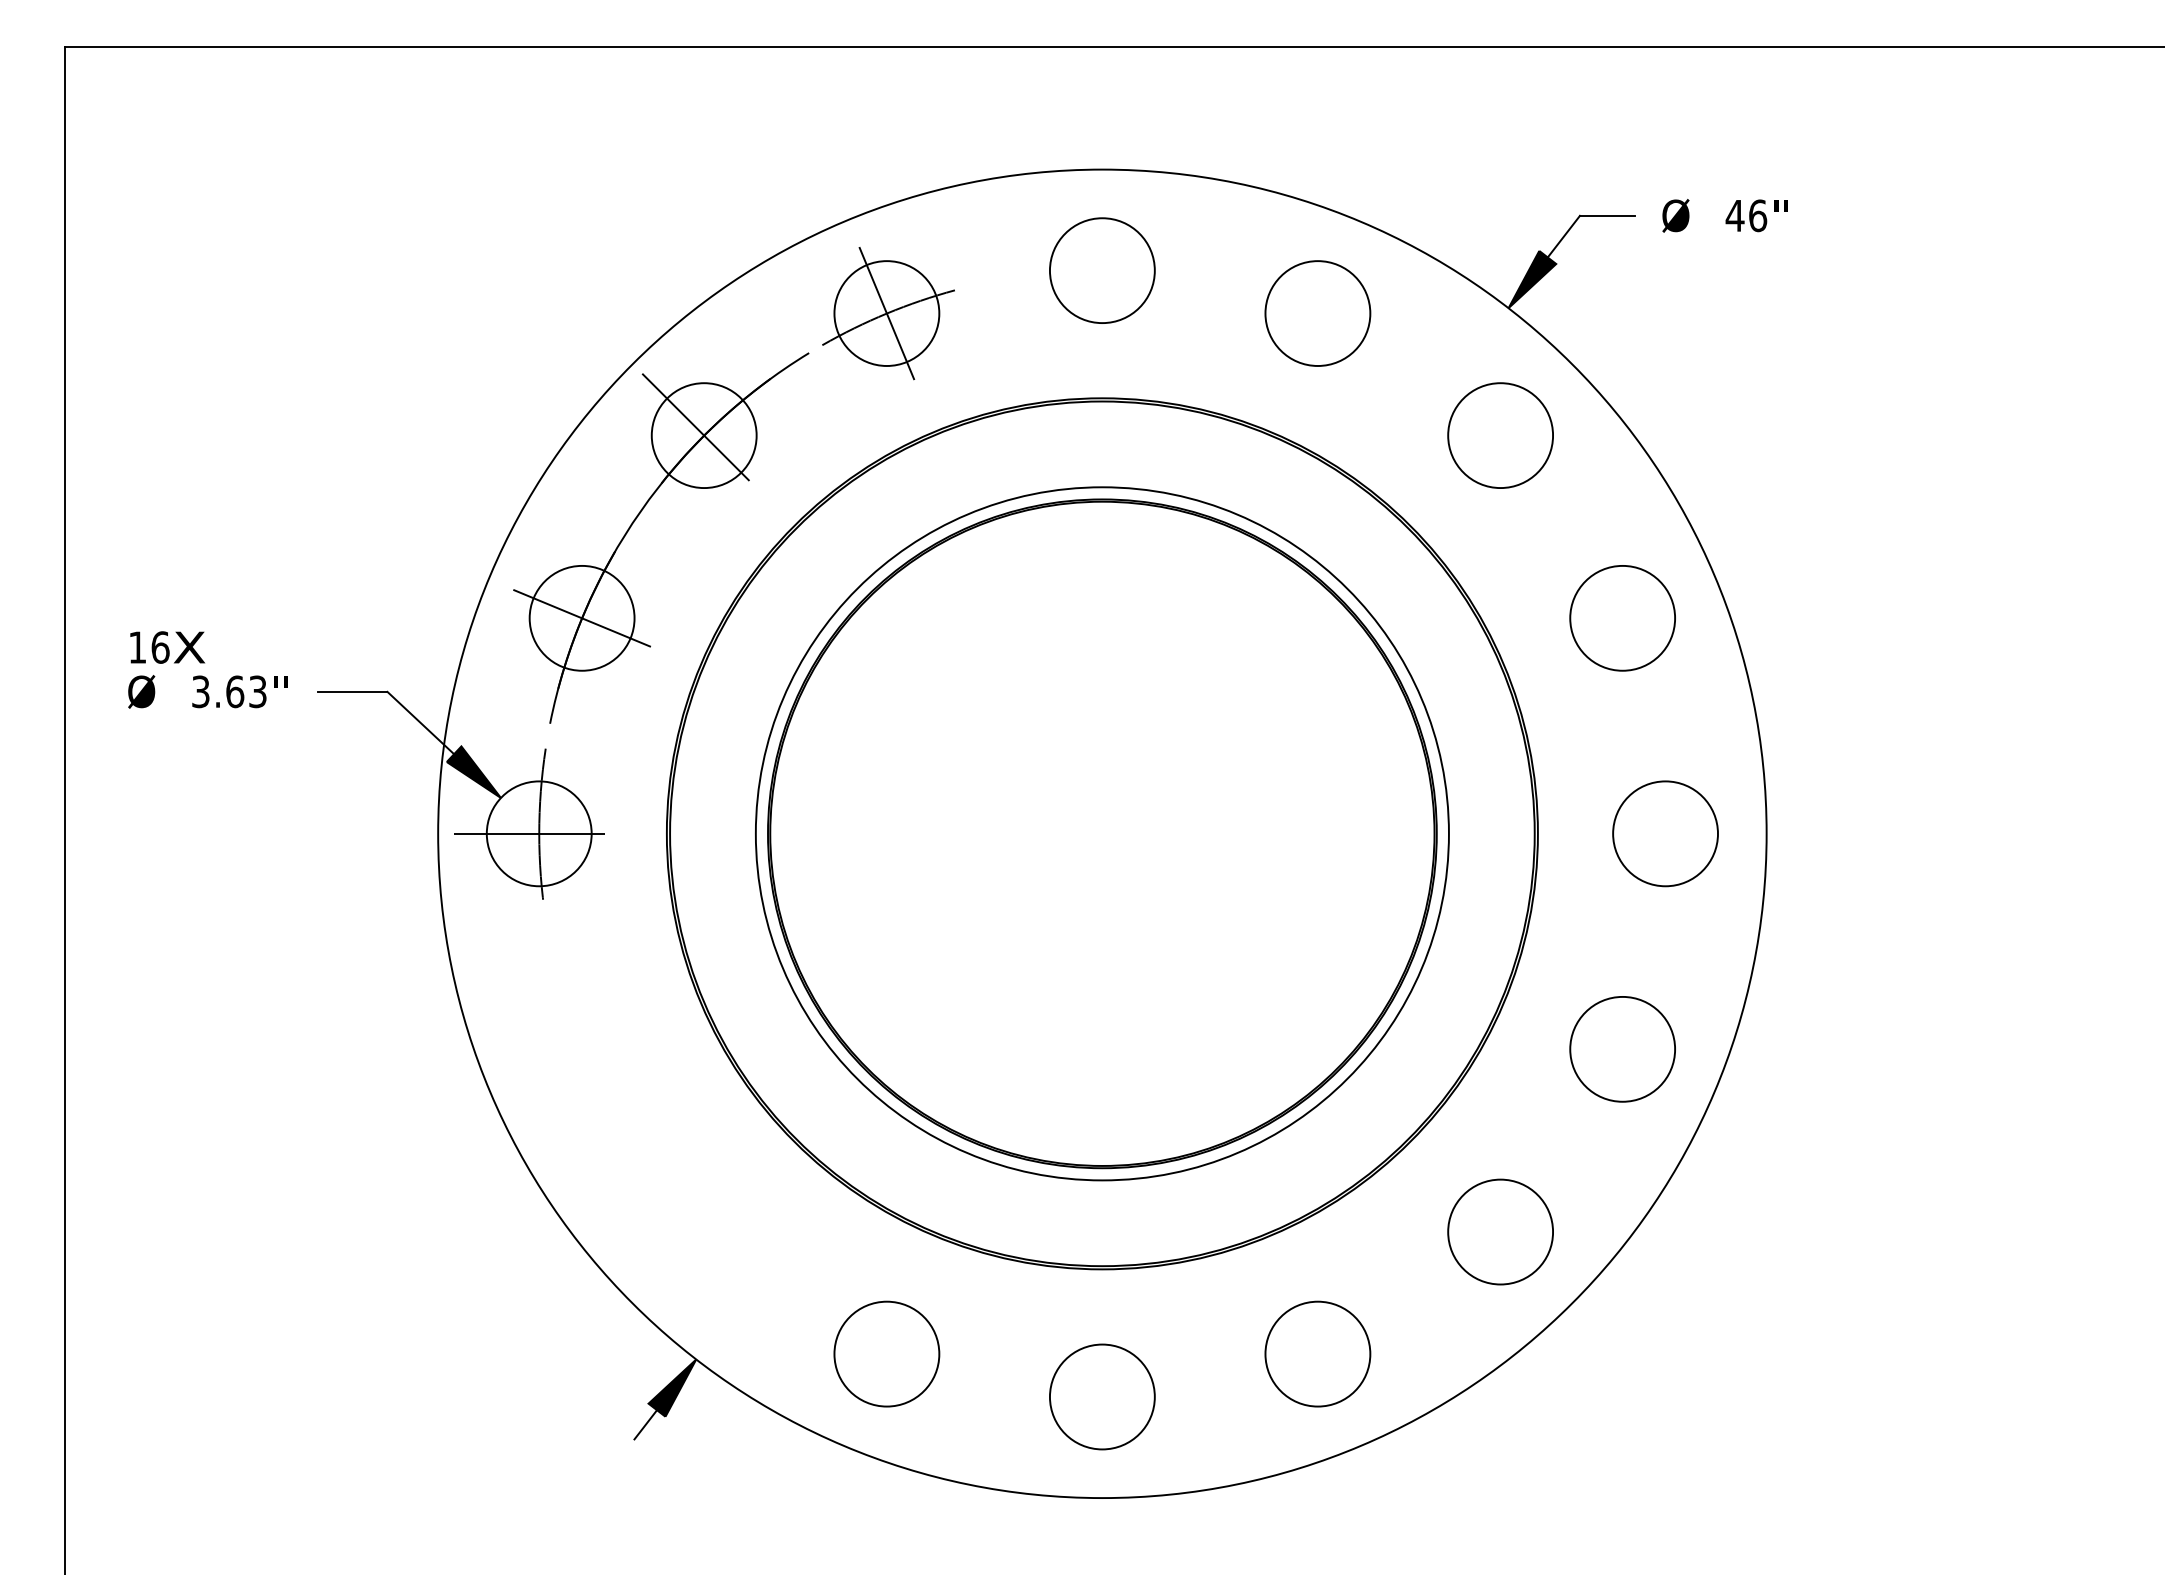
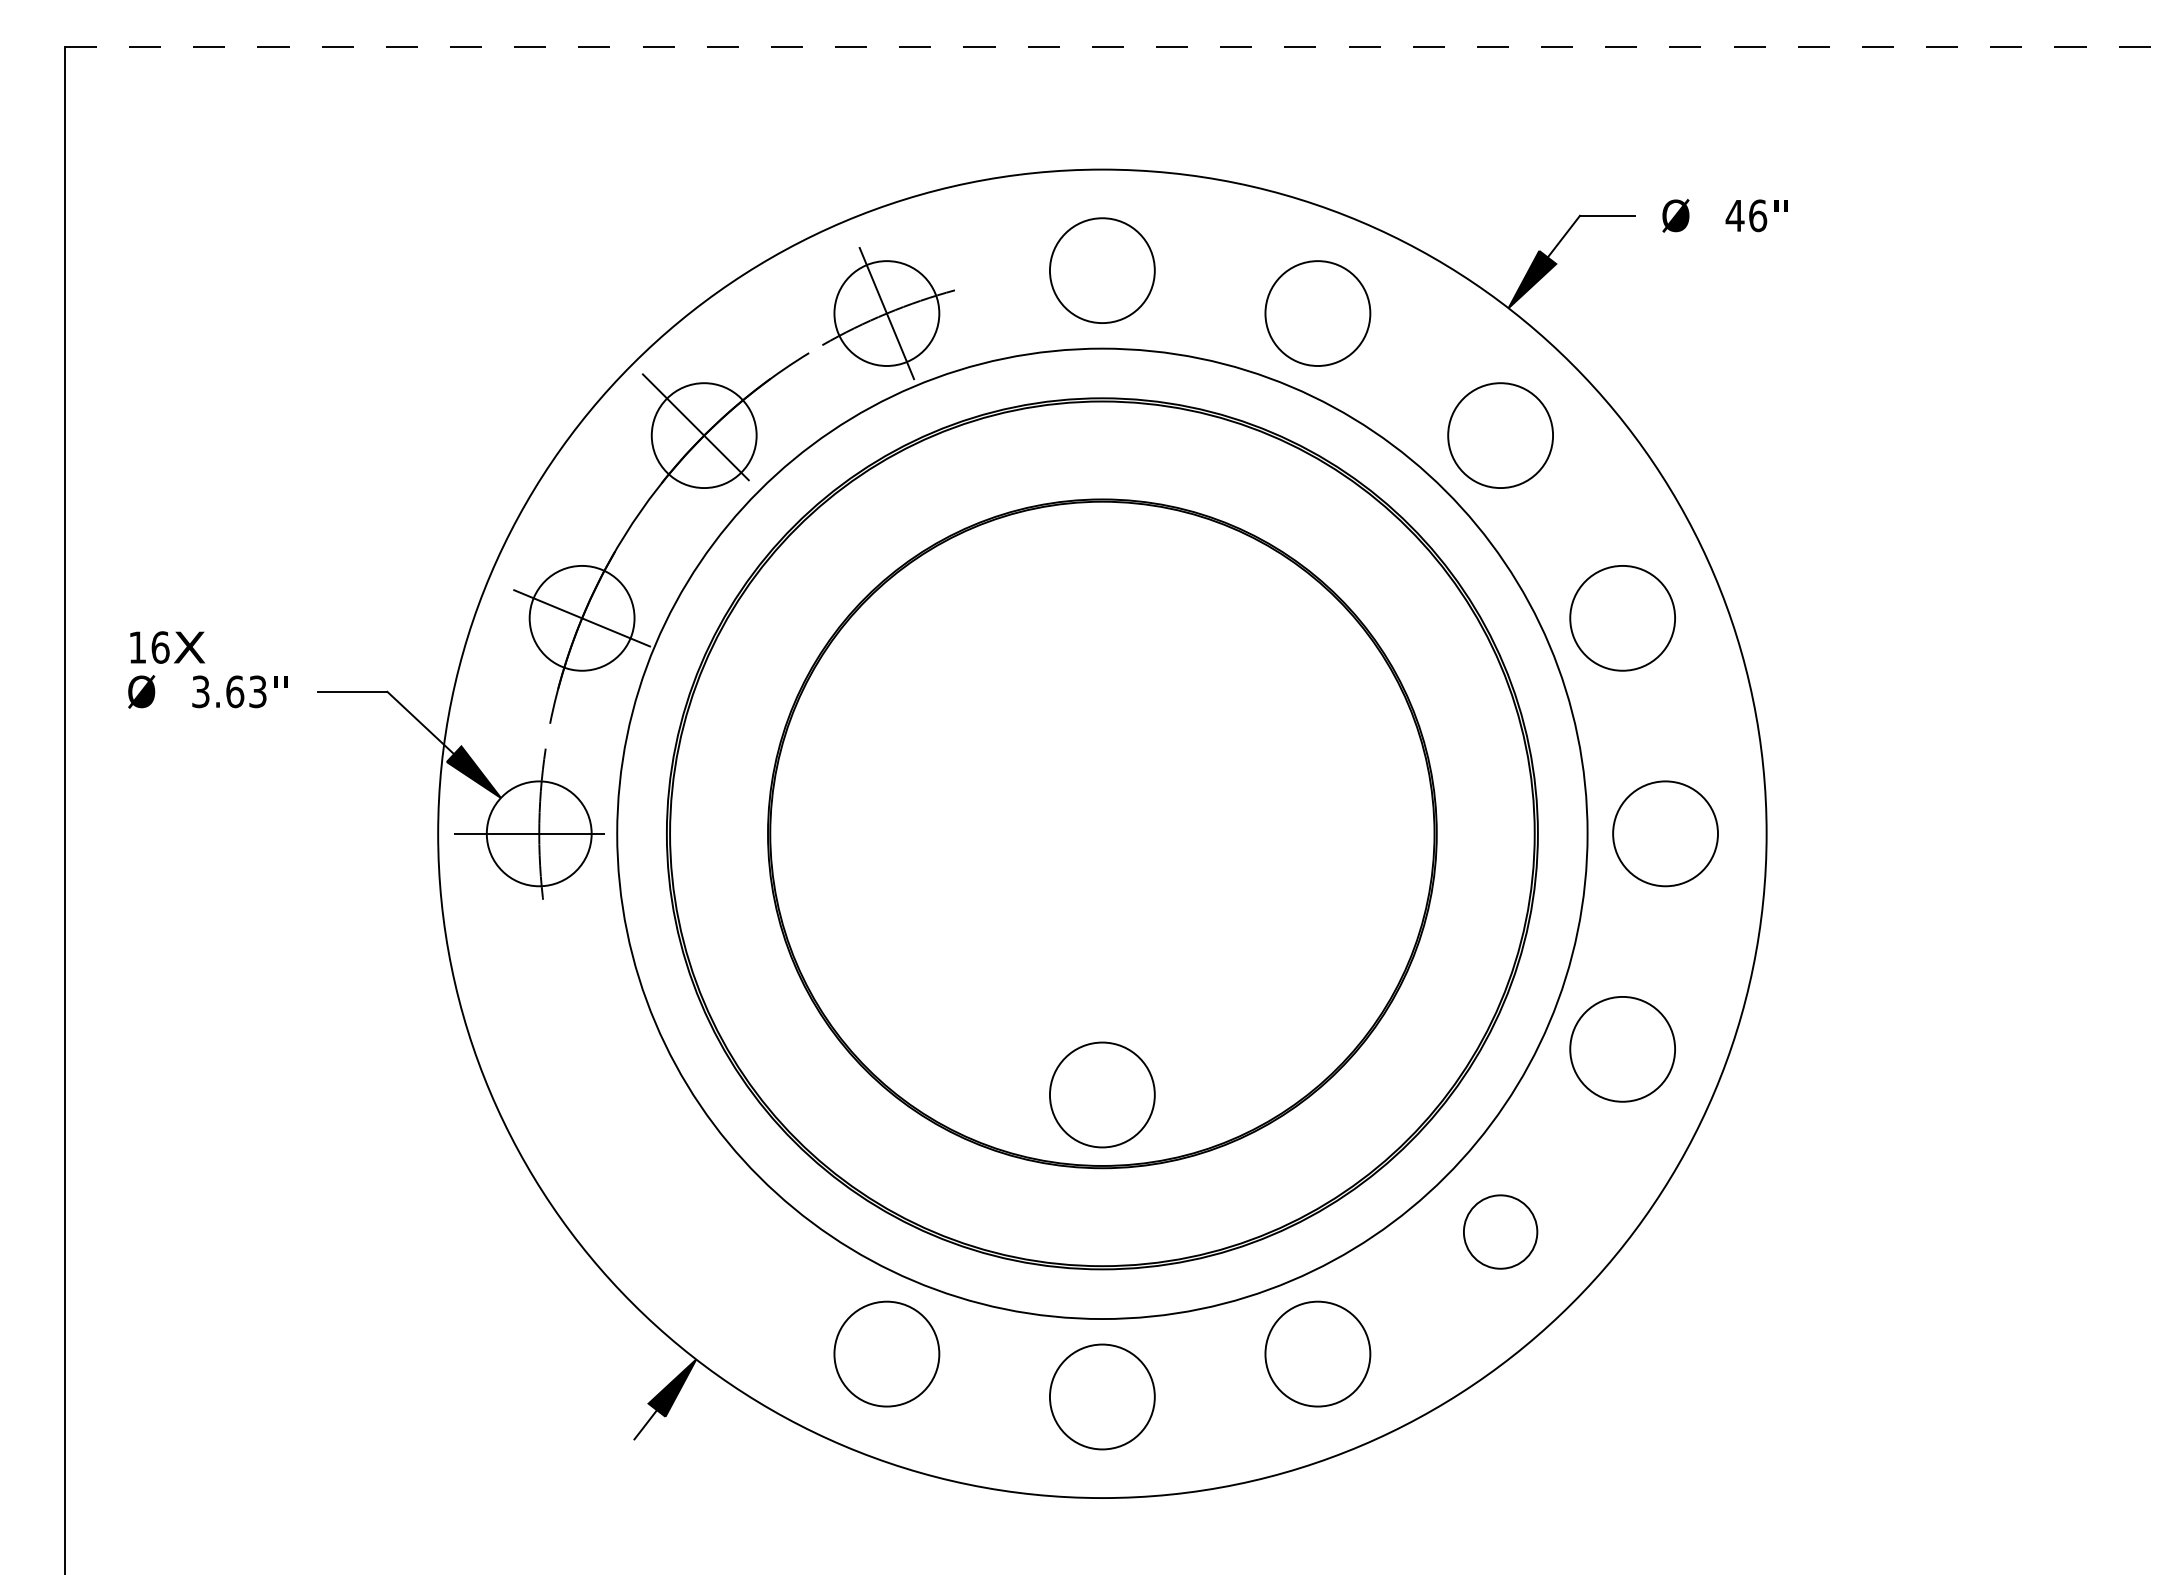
line at (1114, 47): solid -> dashed
circle at (1101, 833) diameter: 693 px -> 970 px
circle at (1102, 1094): none -> present
circle at (1500, 1231) diameter: 105 px -> 73 px
